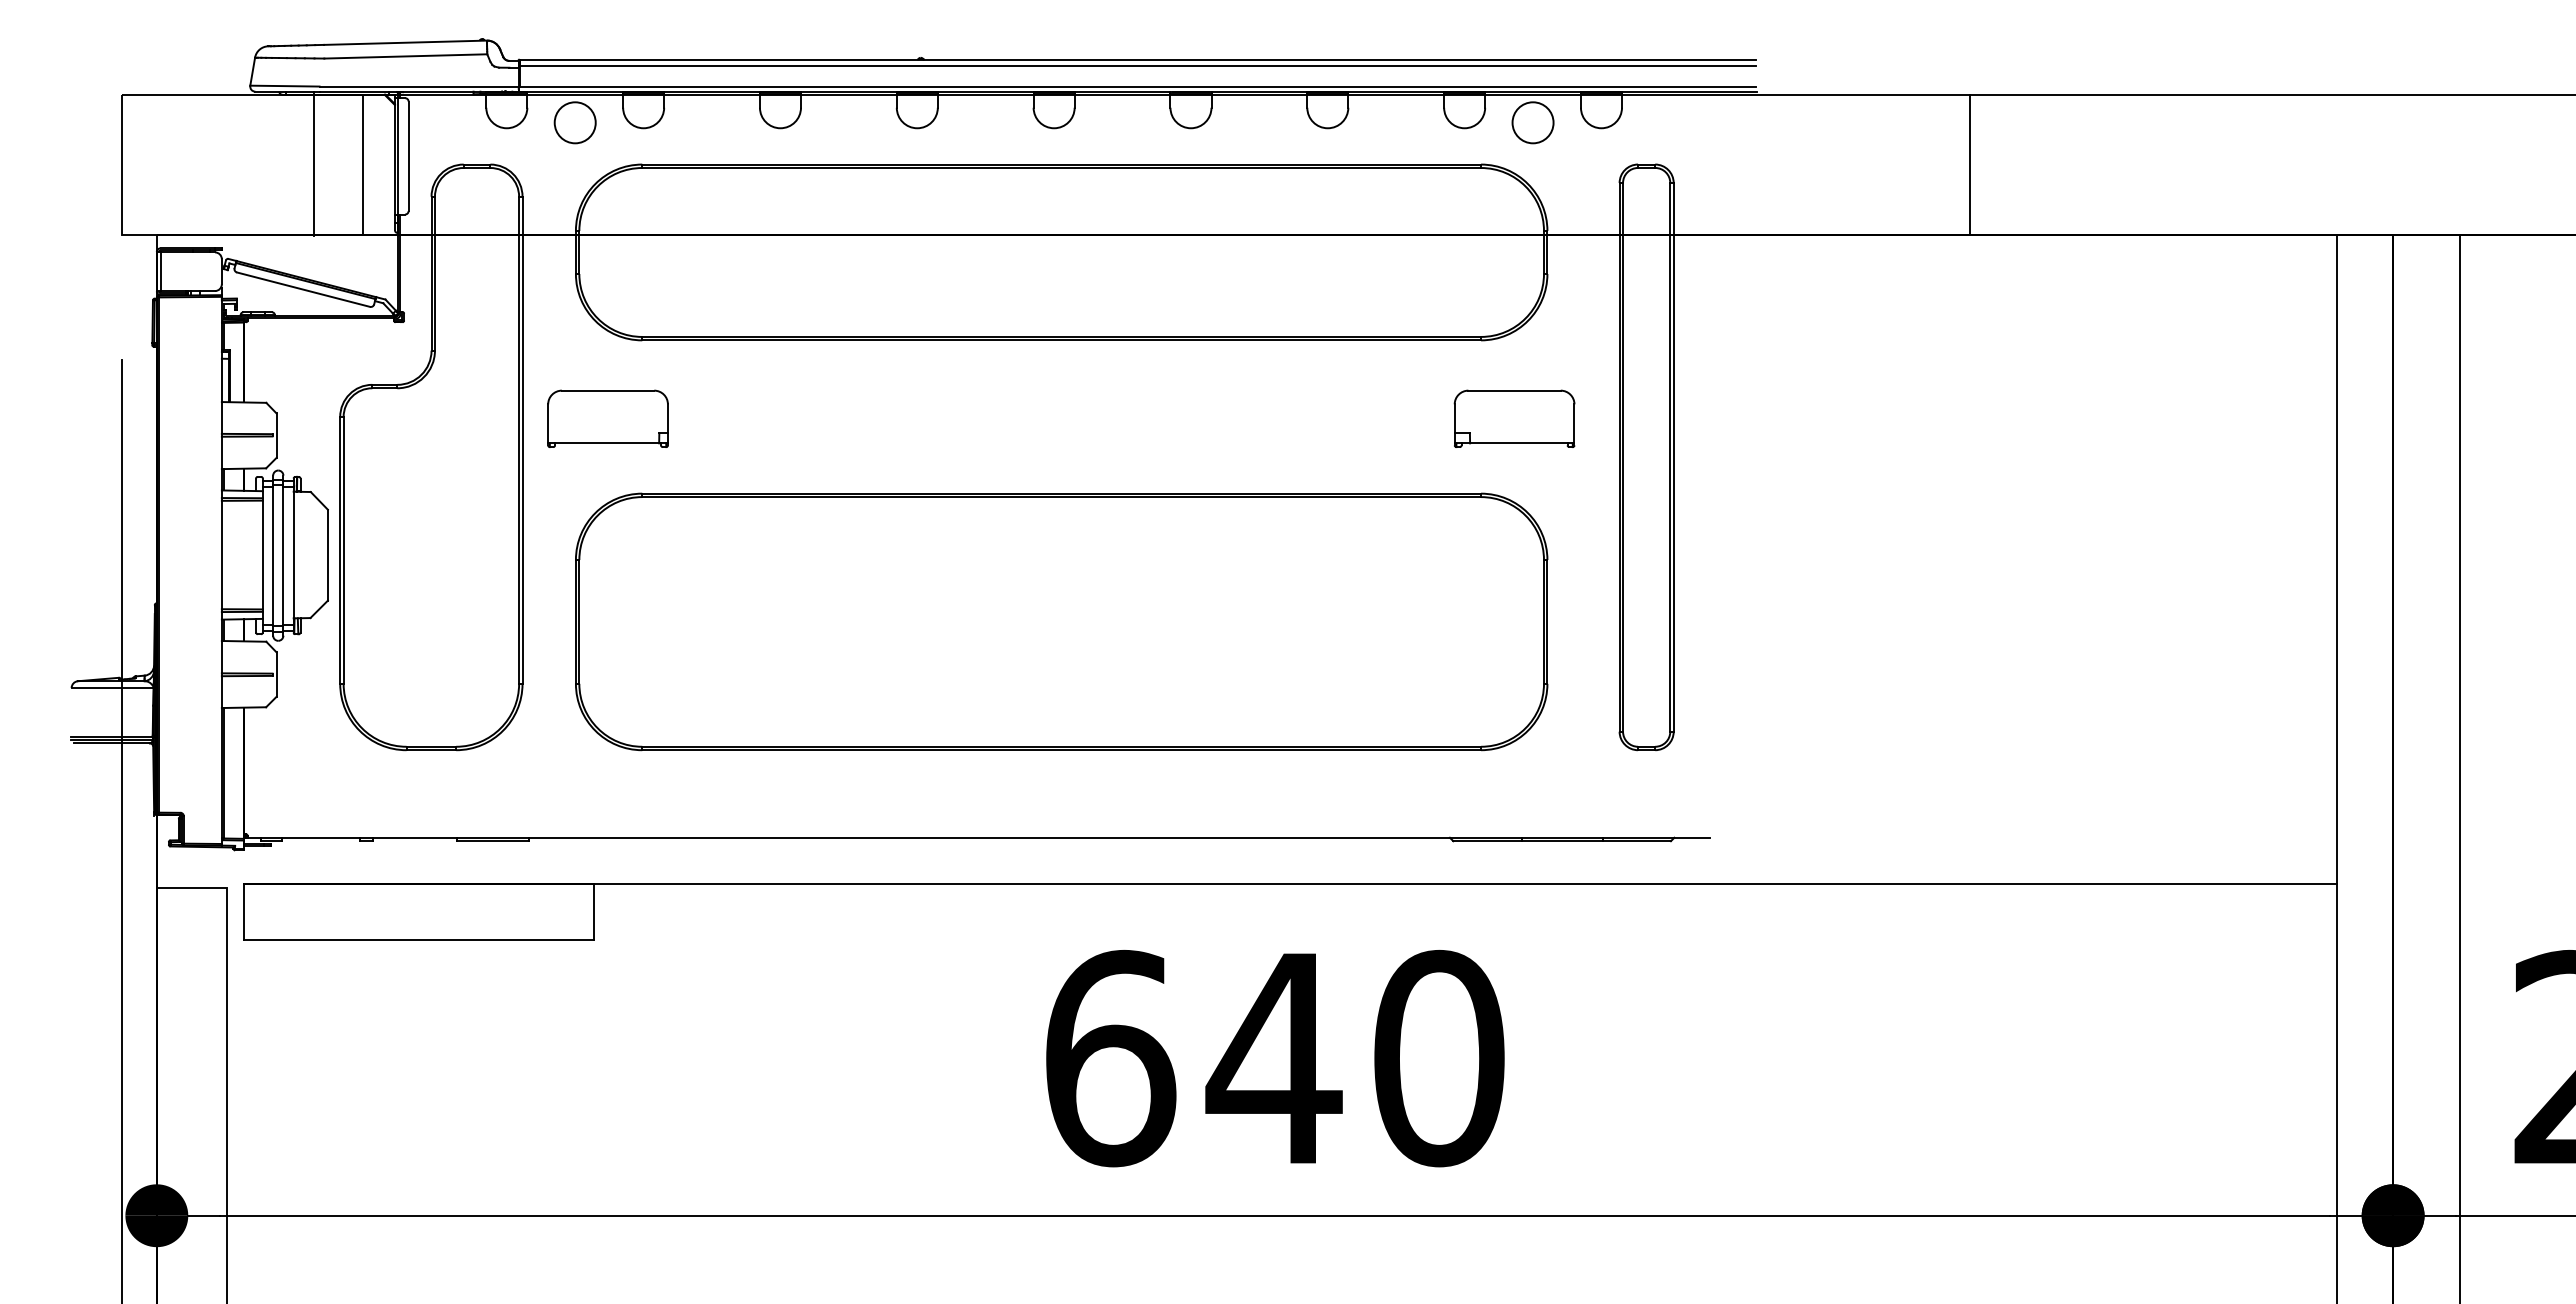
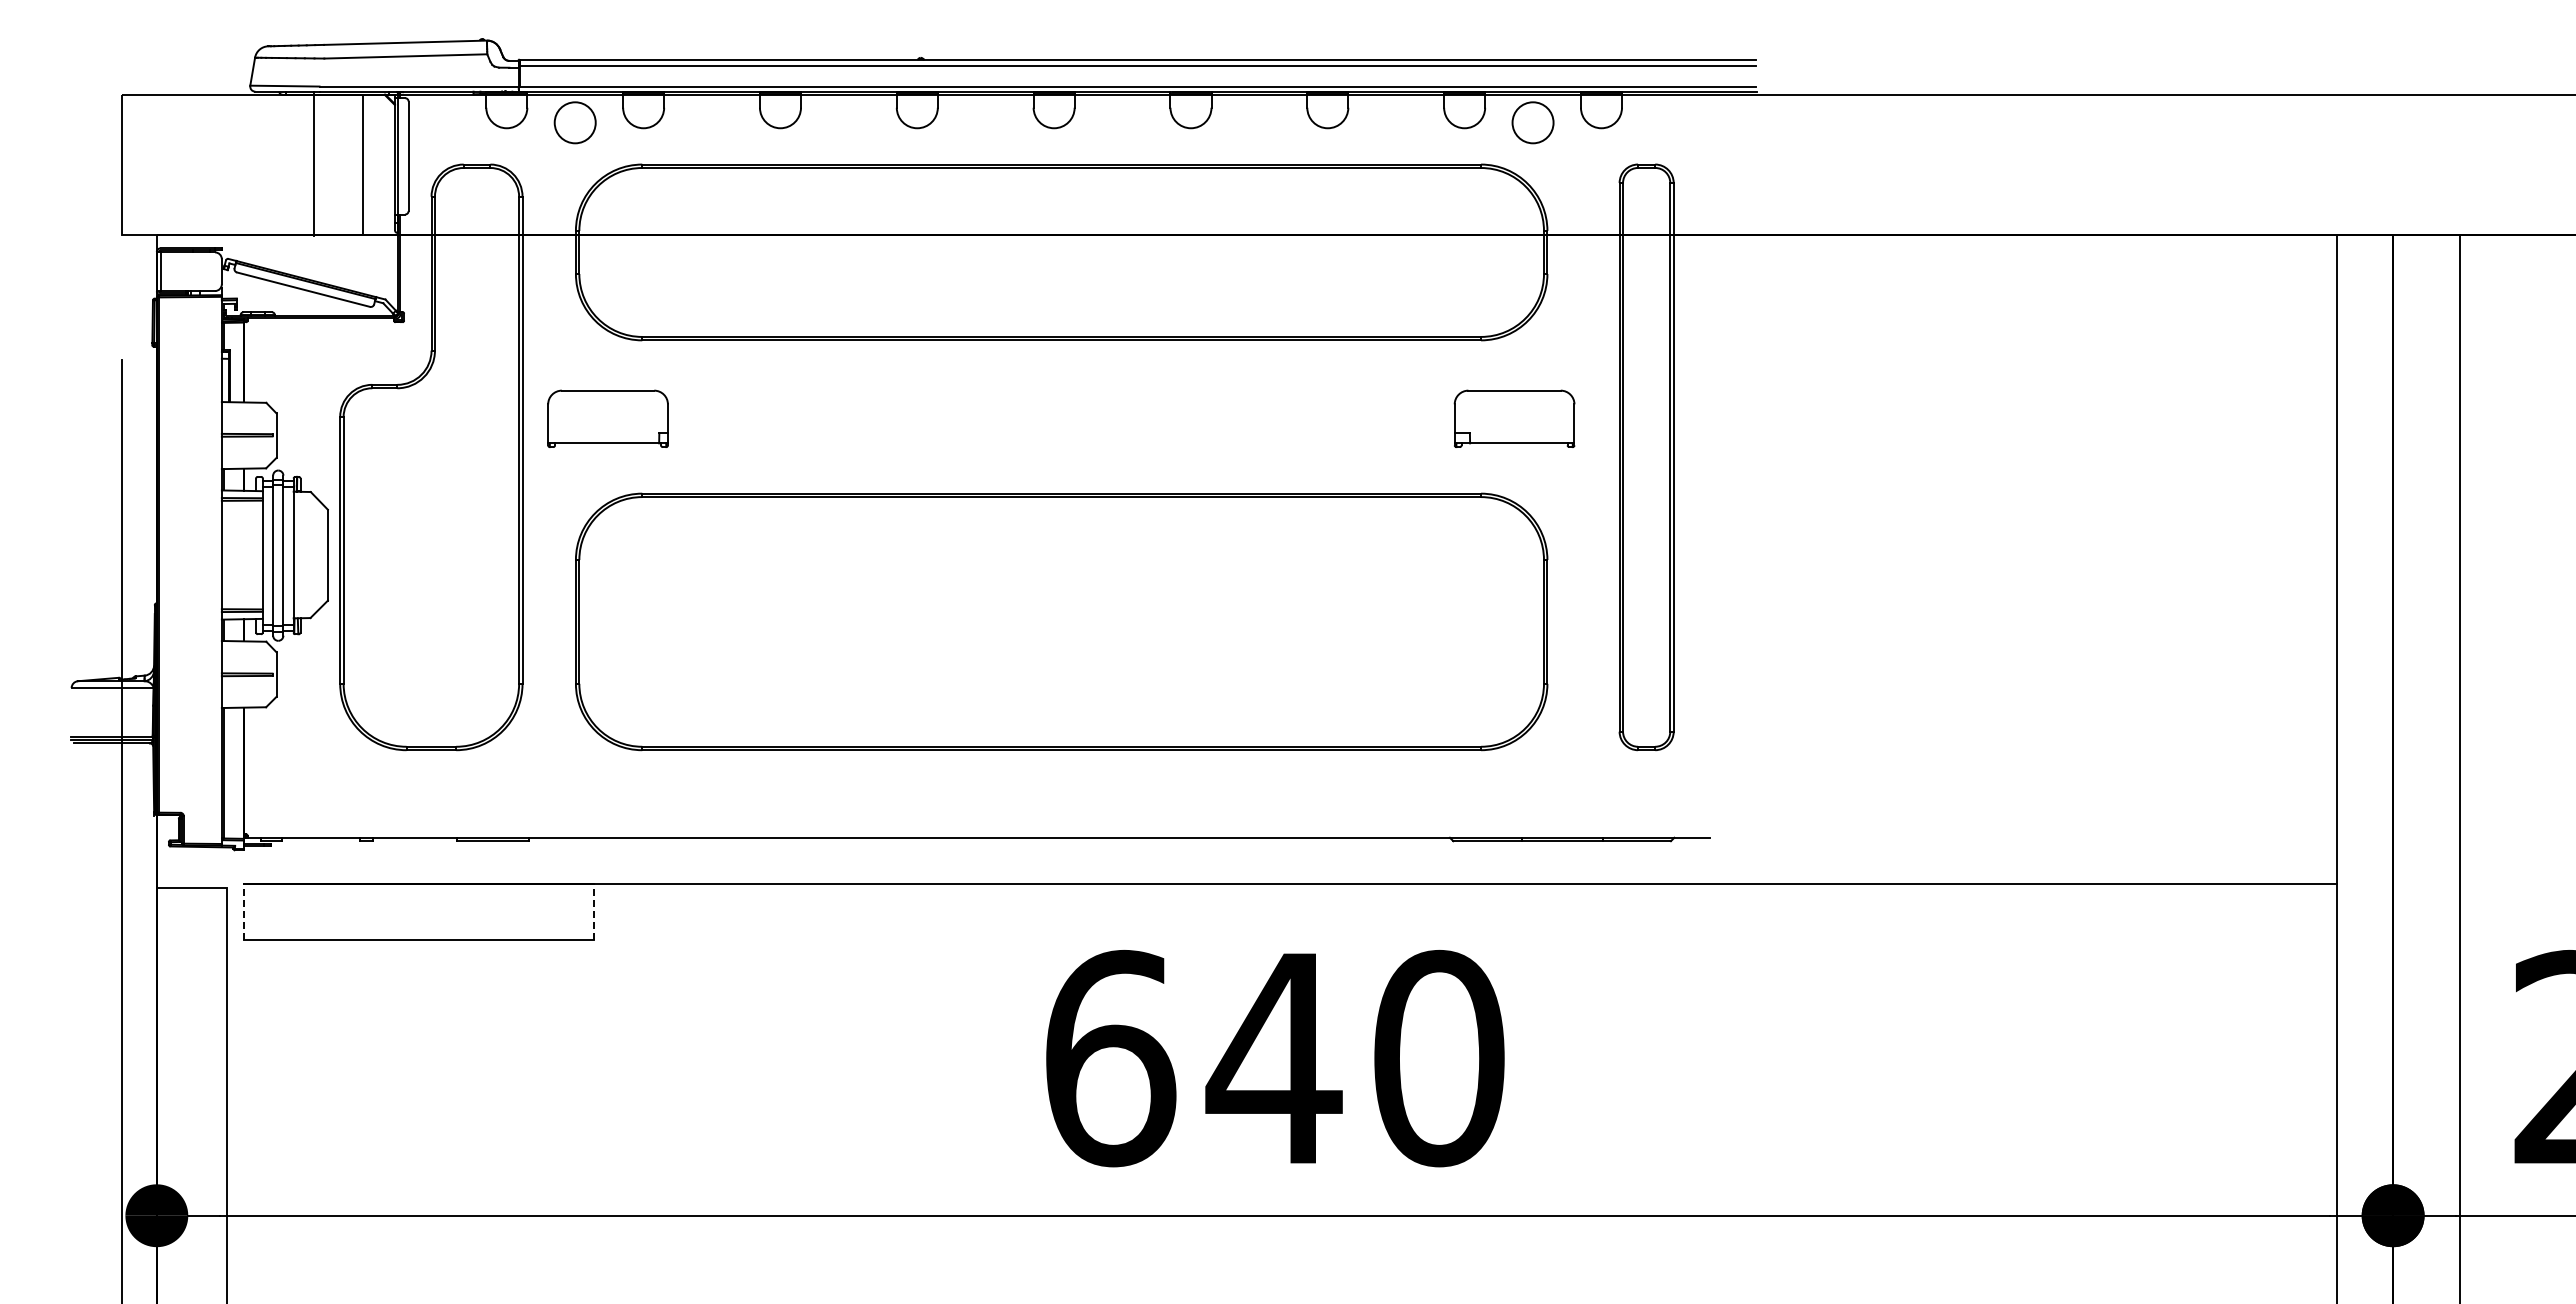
line at (1970, 164): present -> none
line at (244, 912): solid -> dashed
line at (593, 912): solid -> dashed
